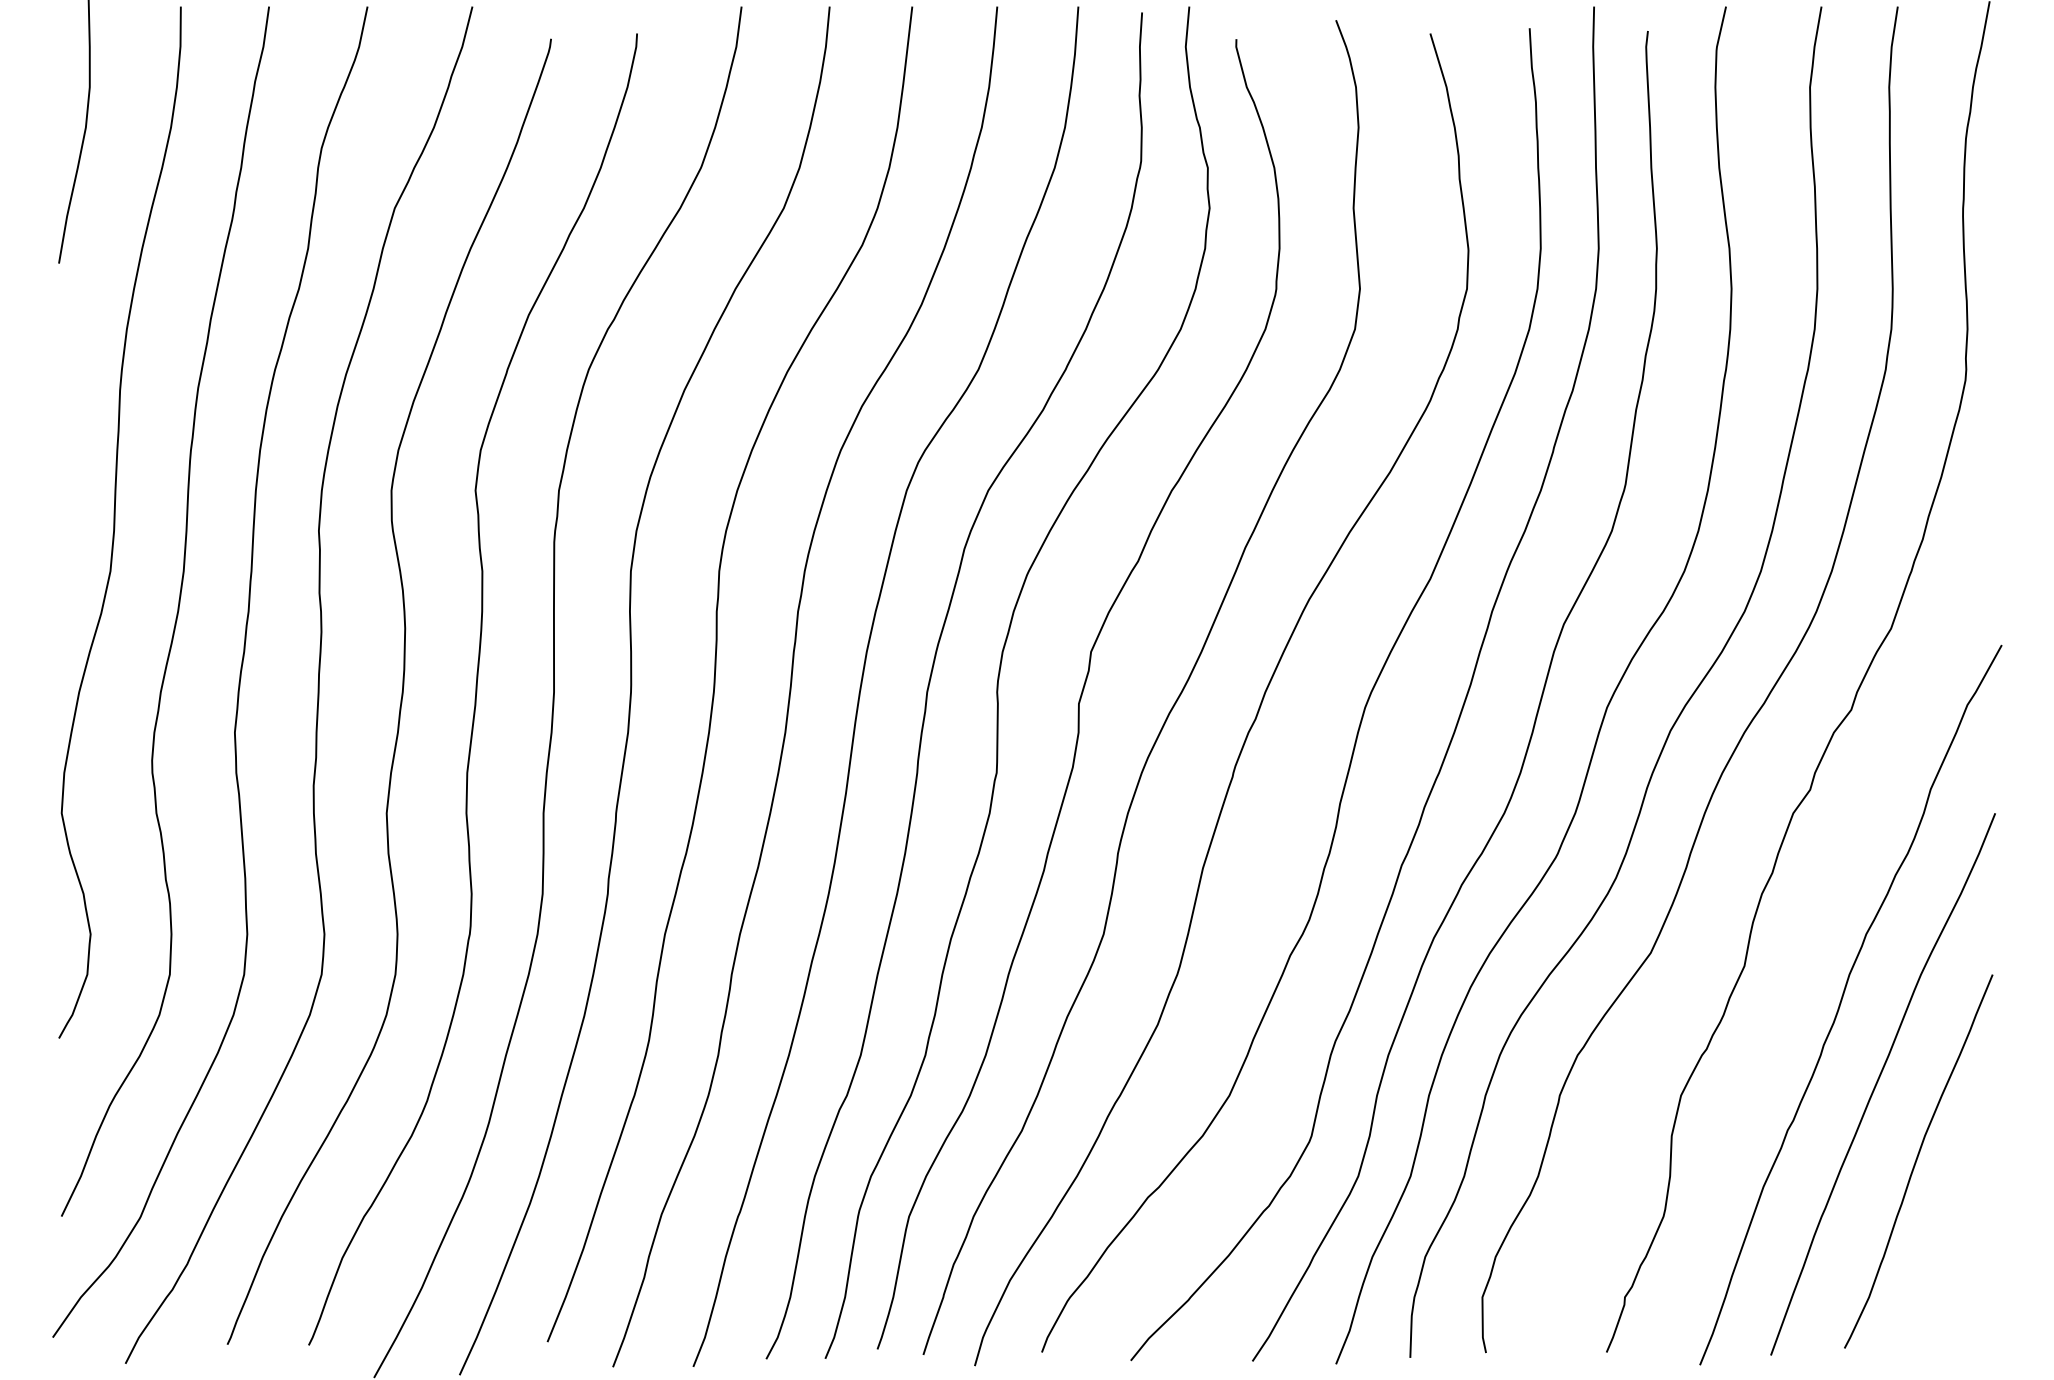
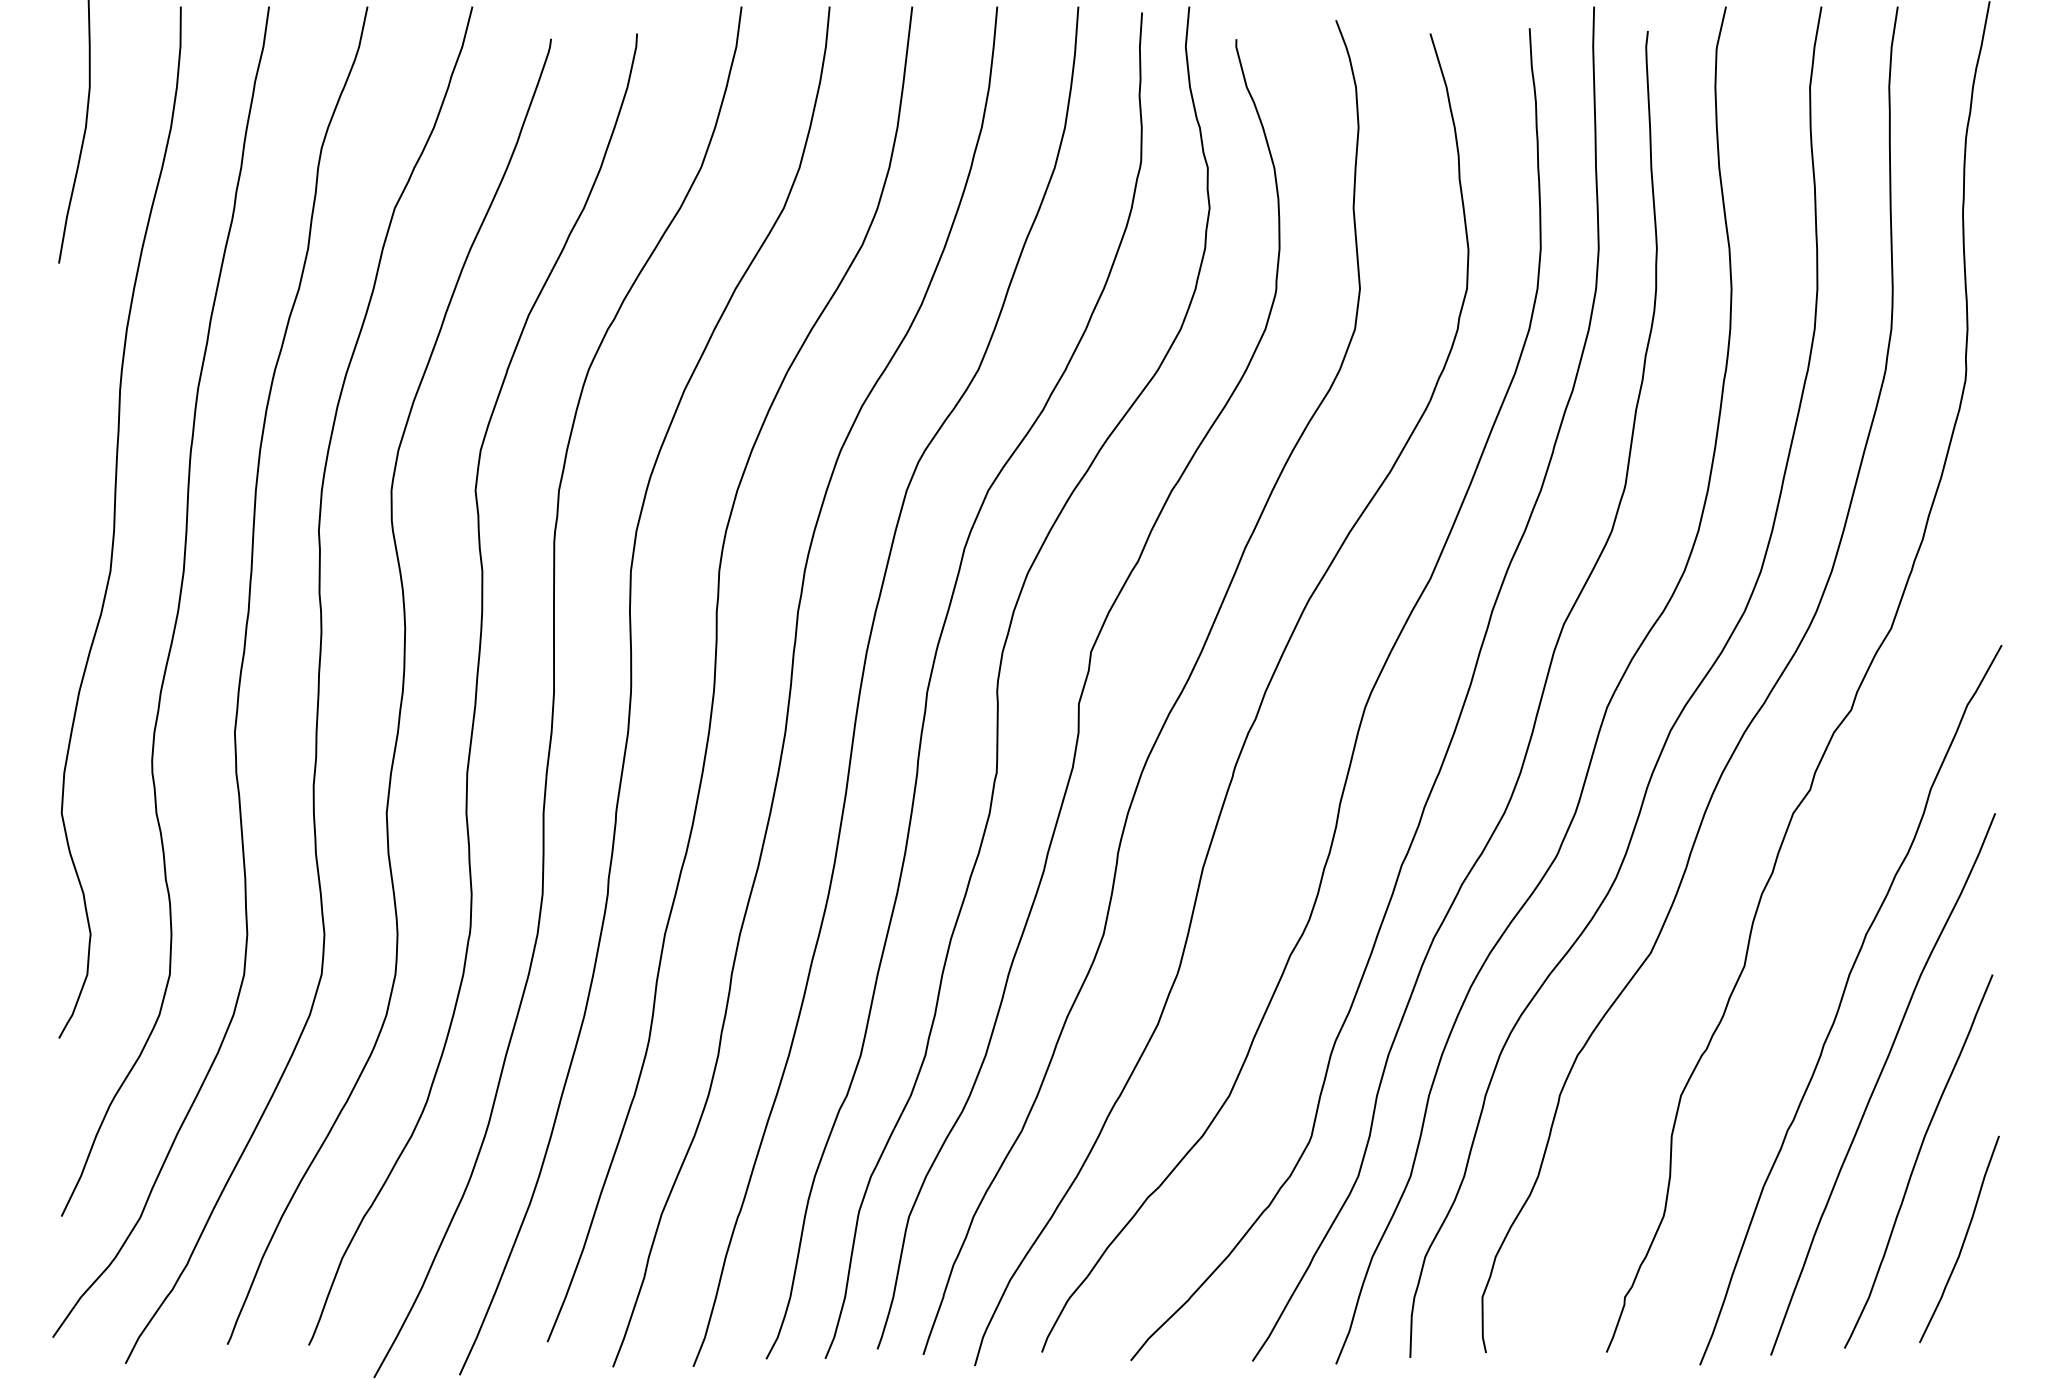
curve at (1963, 1239): none -> present
